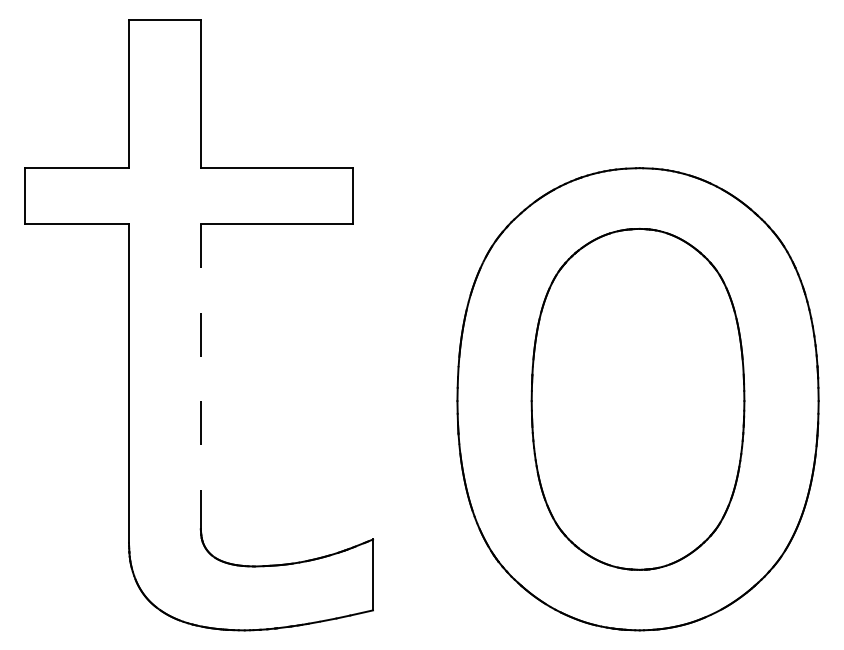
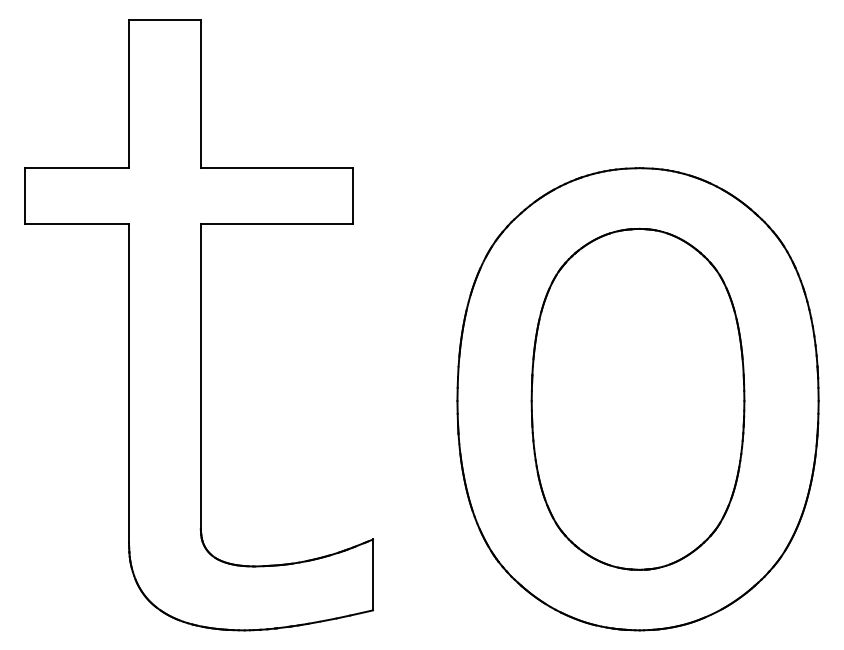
line at (200, 376): dashed -> solid
